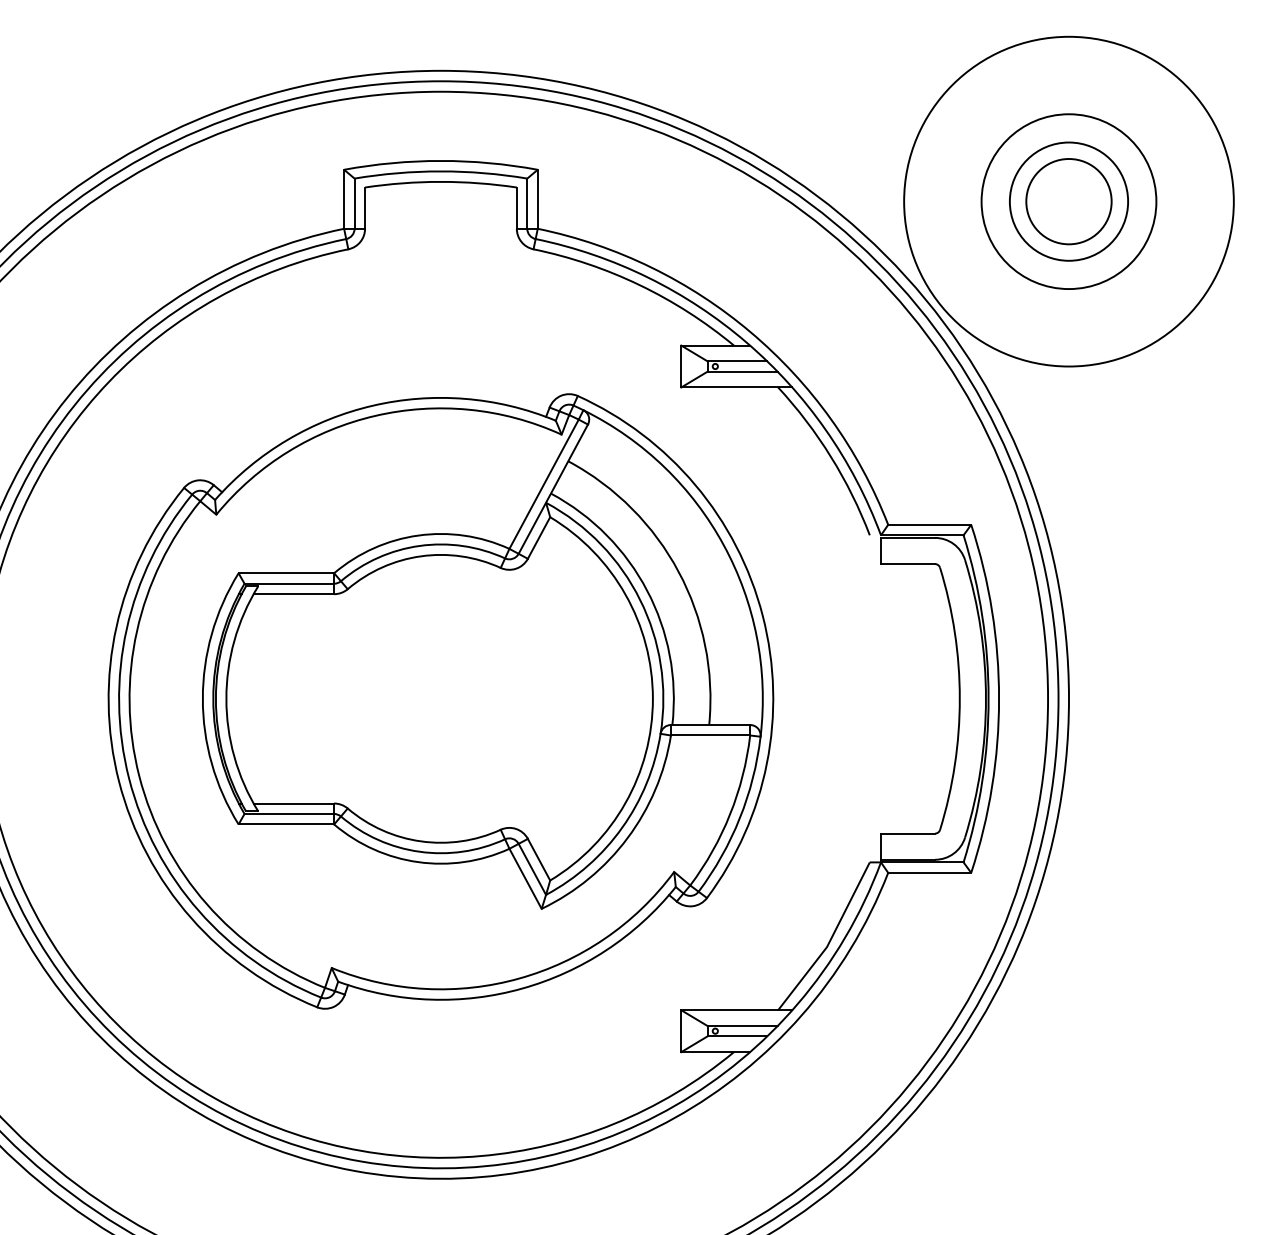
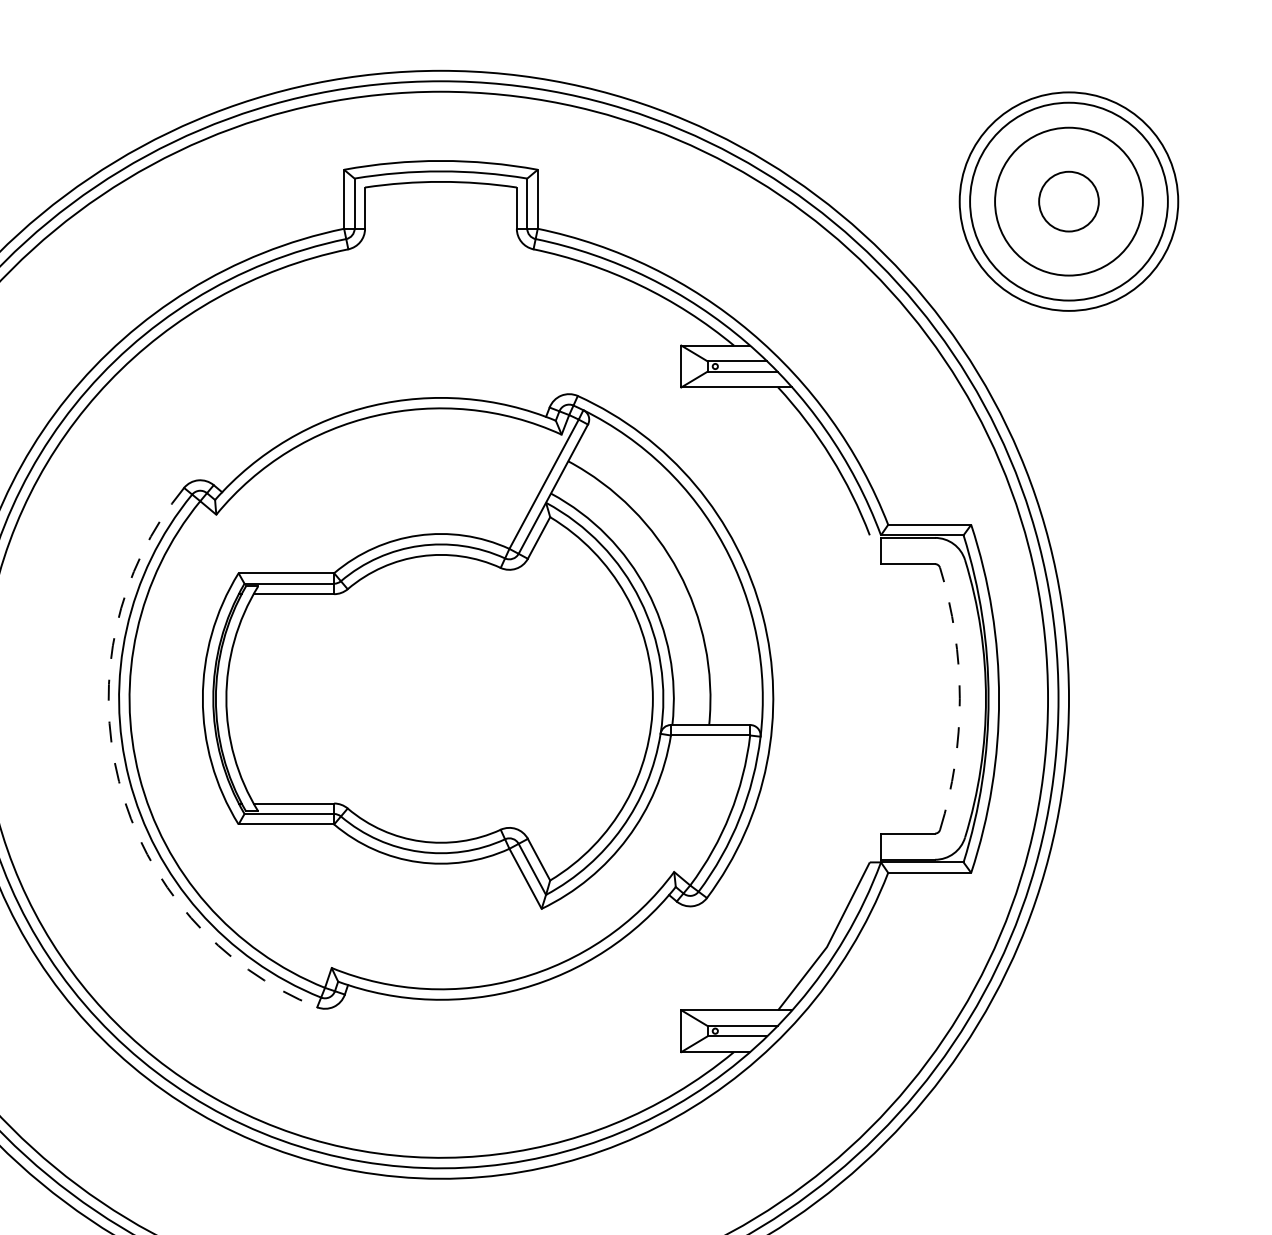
circle at (1068, 201) diameter: 118 px -> 148 px
circle at (1068, 201) diameter: 175 px -> 219 px
circle at (1068, 201) diameter: 330 px -> 198 px
circle at (1068, 201) diameter: 85 px -> 60 px
arc at (959, 698): solid -> dashed
arc at (119, 781): solid -> dashed
